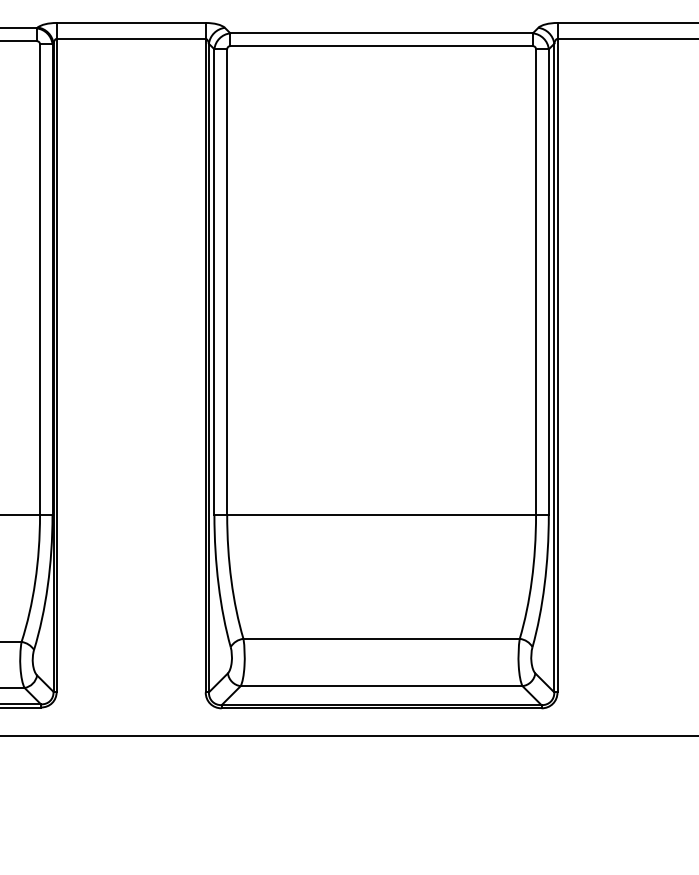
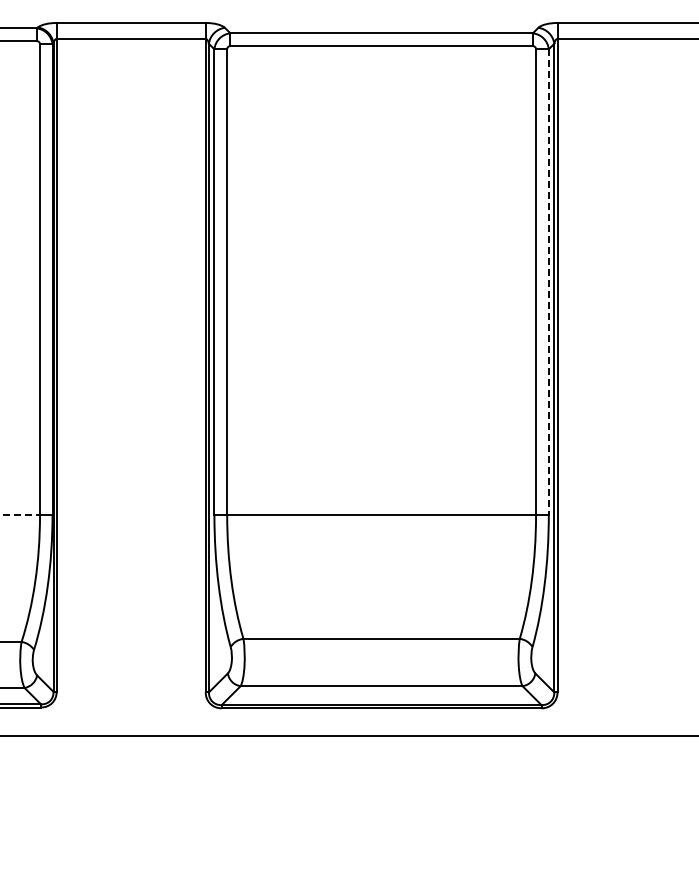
line at (548, 282): solid -> dashed
line at (20, 515): solid -> dashed
